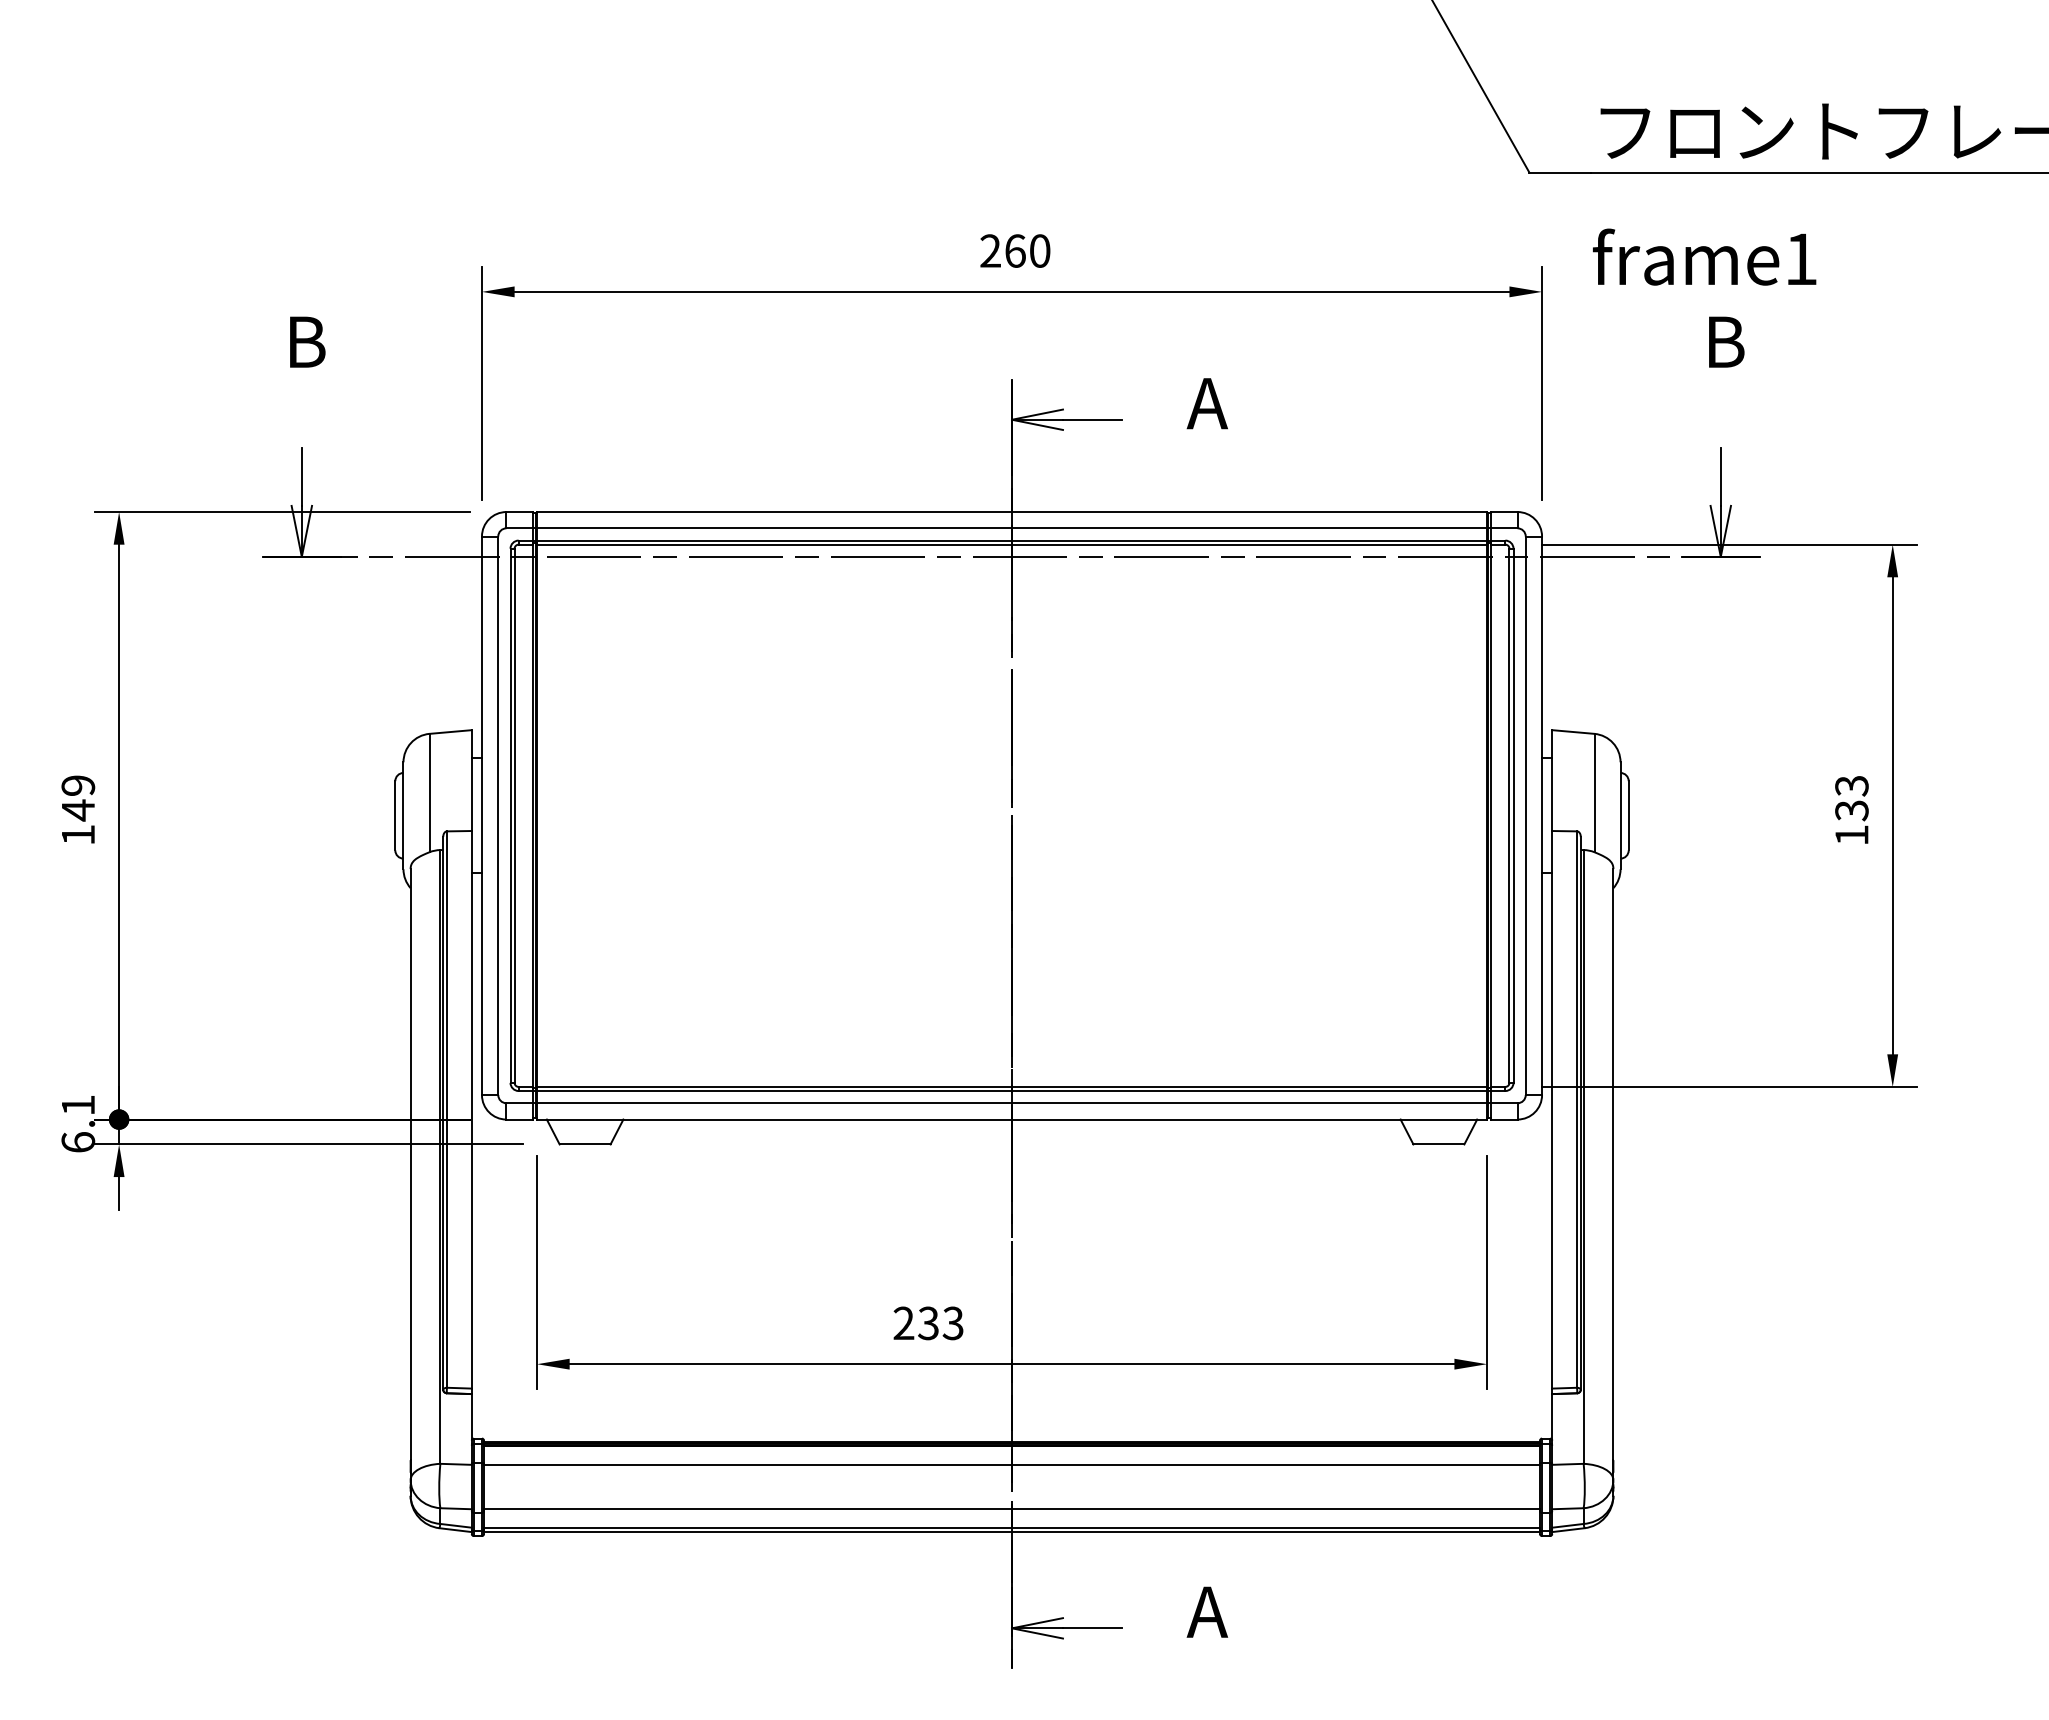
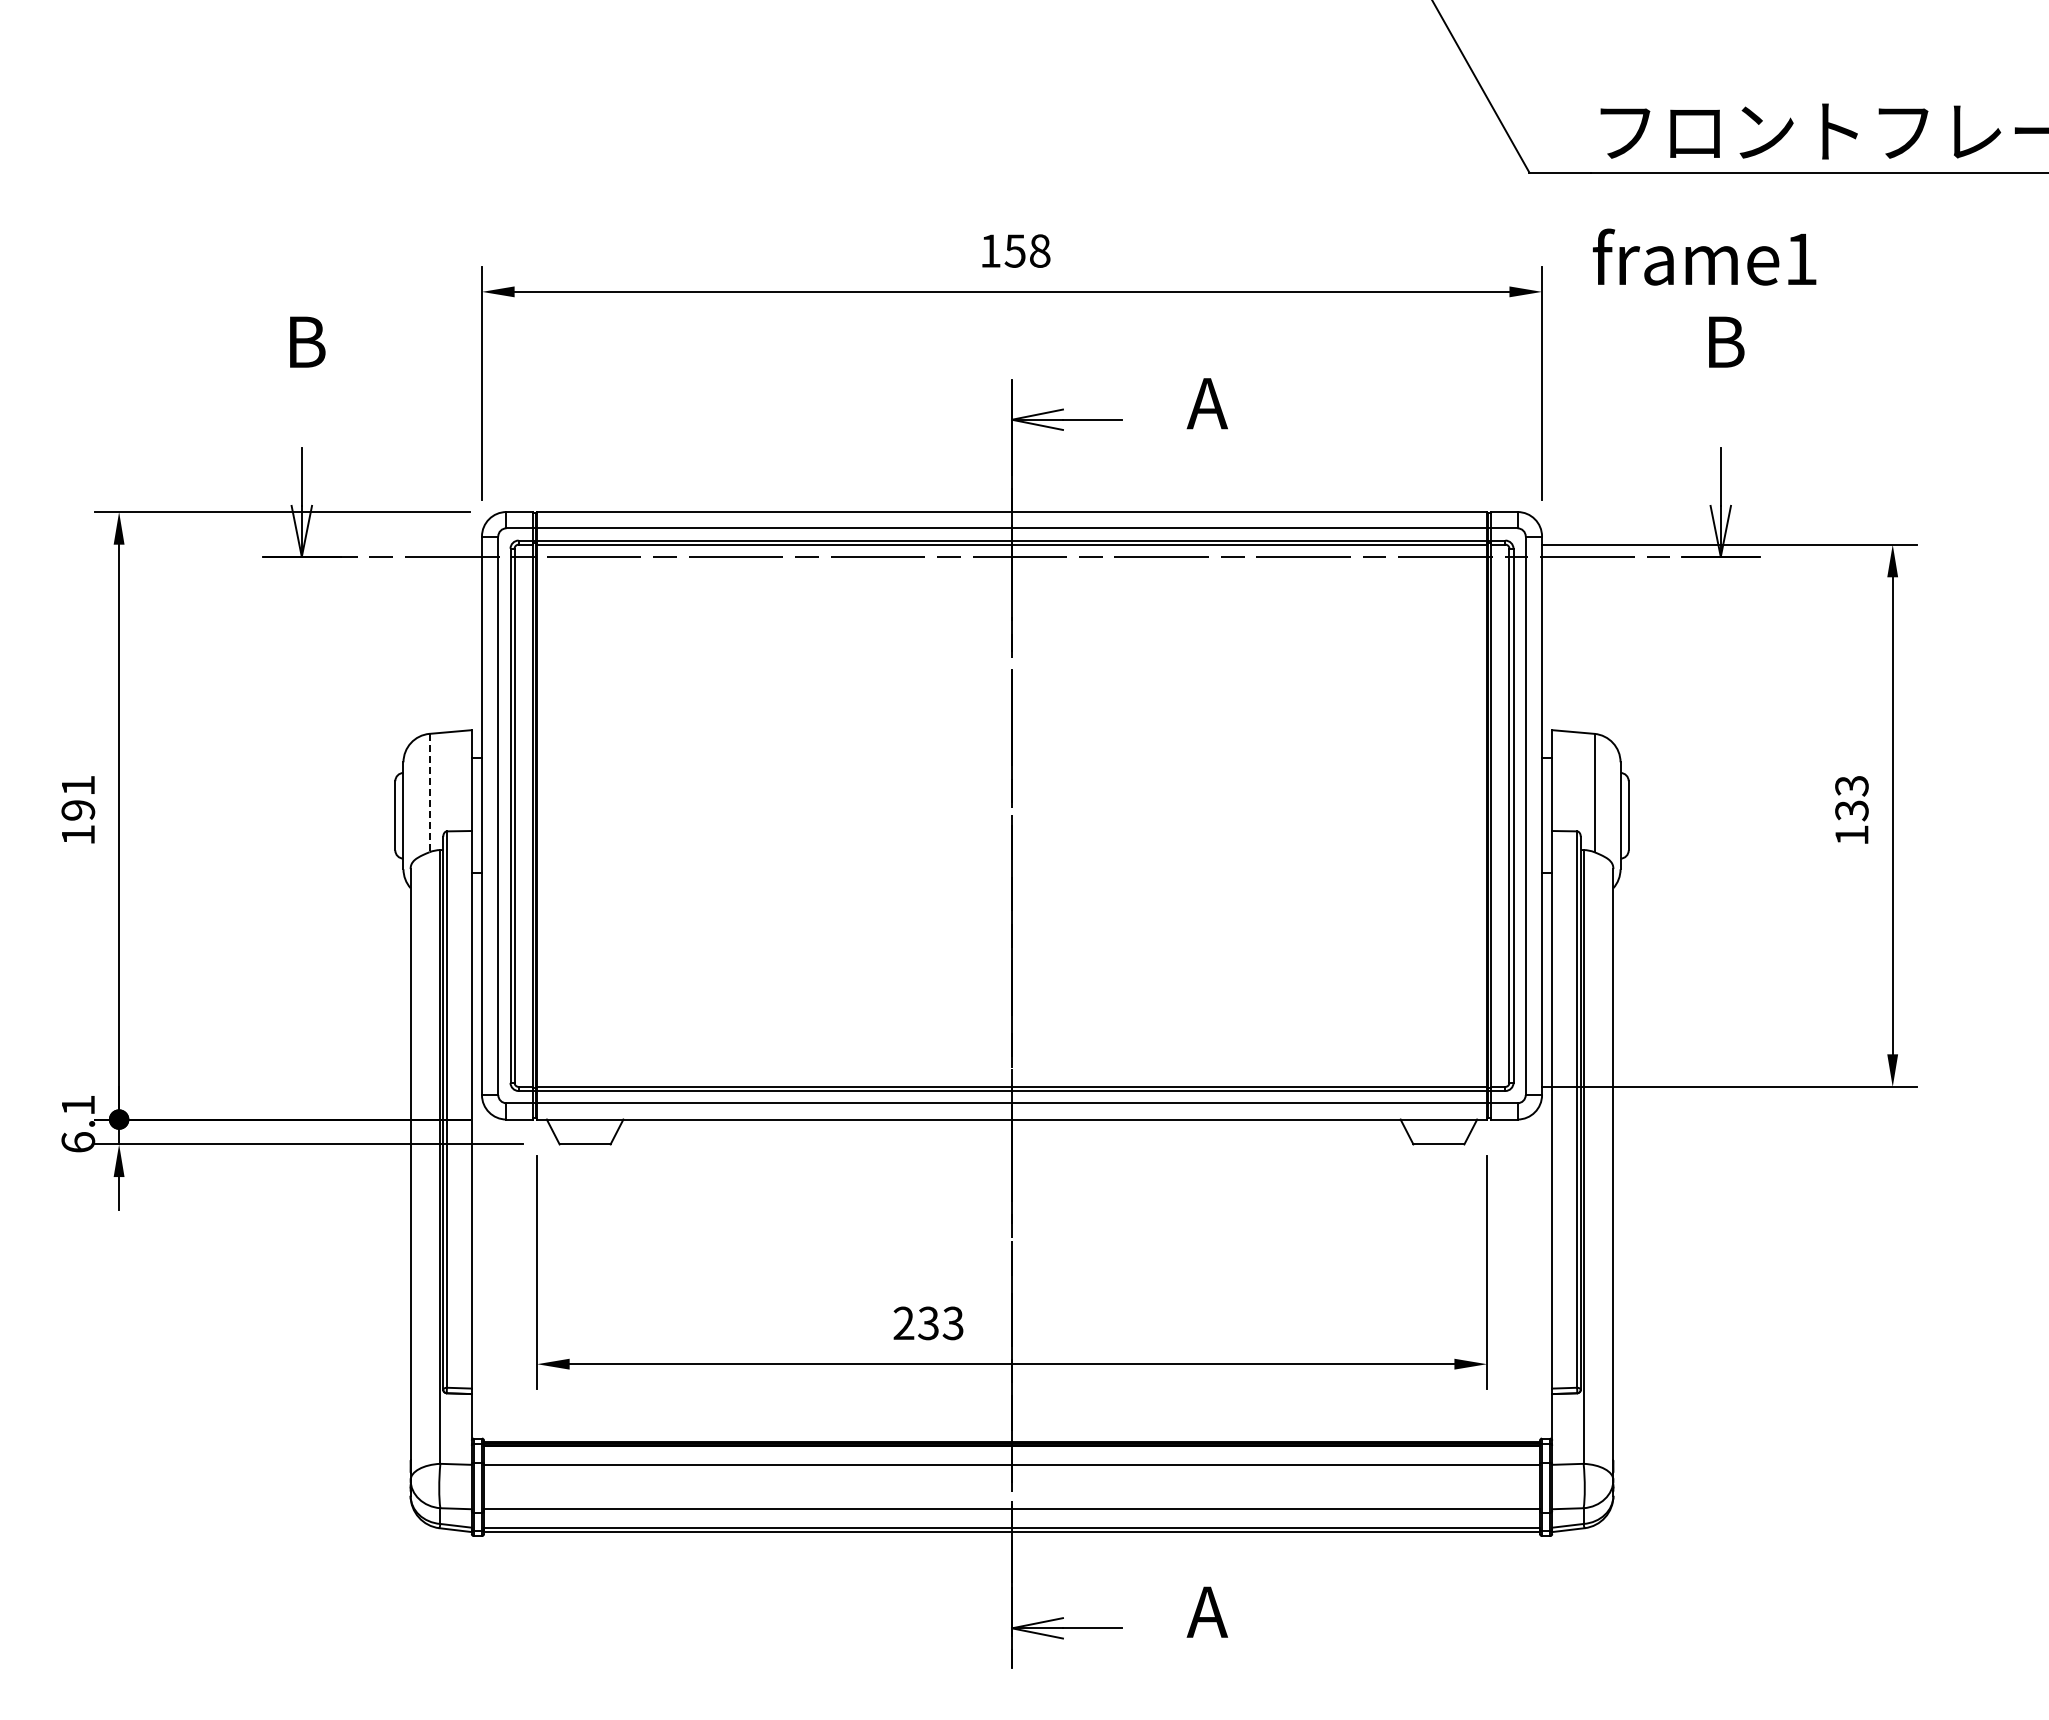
text at (1015, 250): 260 -> 158
line at (429, 793): solid -> dashed
text at (78, 798): 149 -> 191
